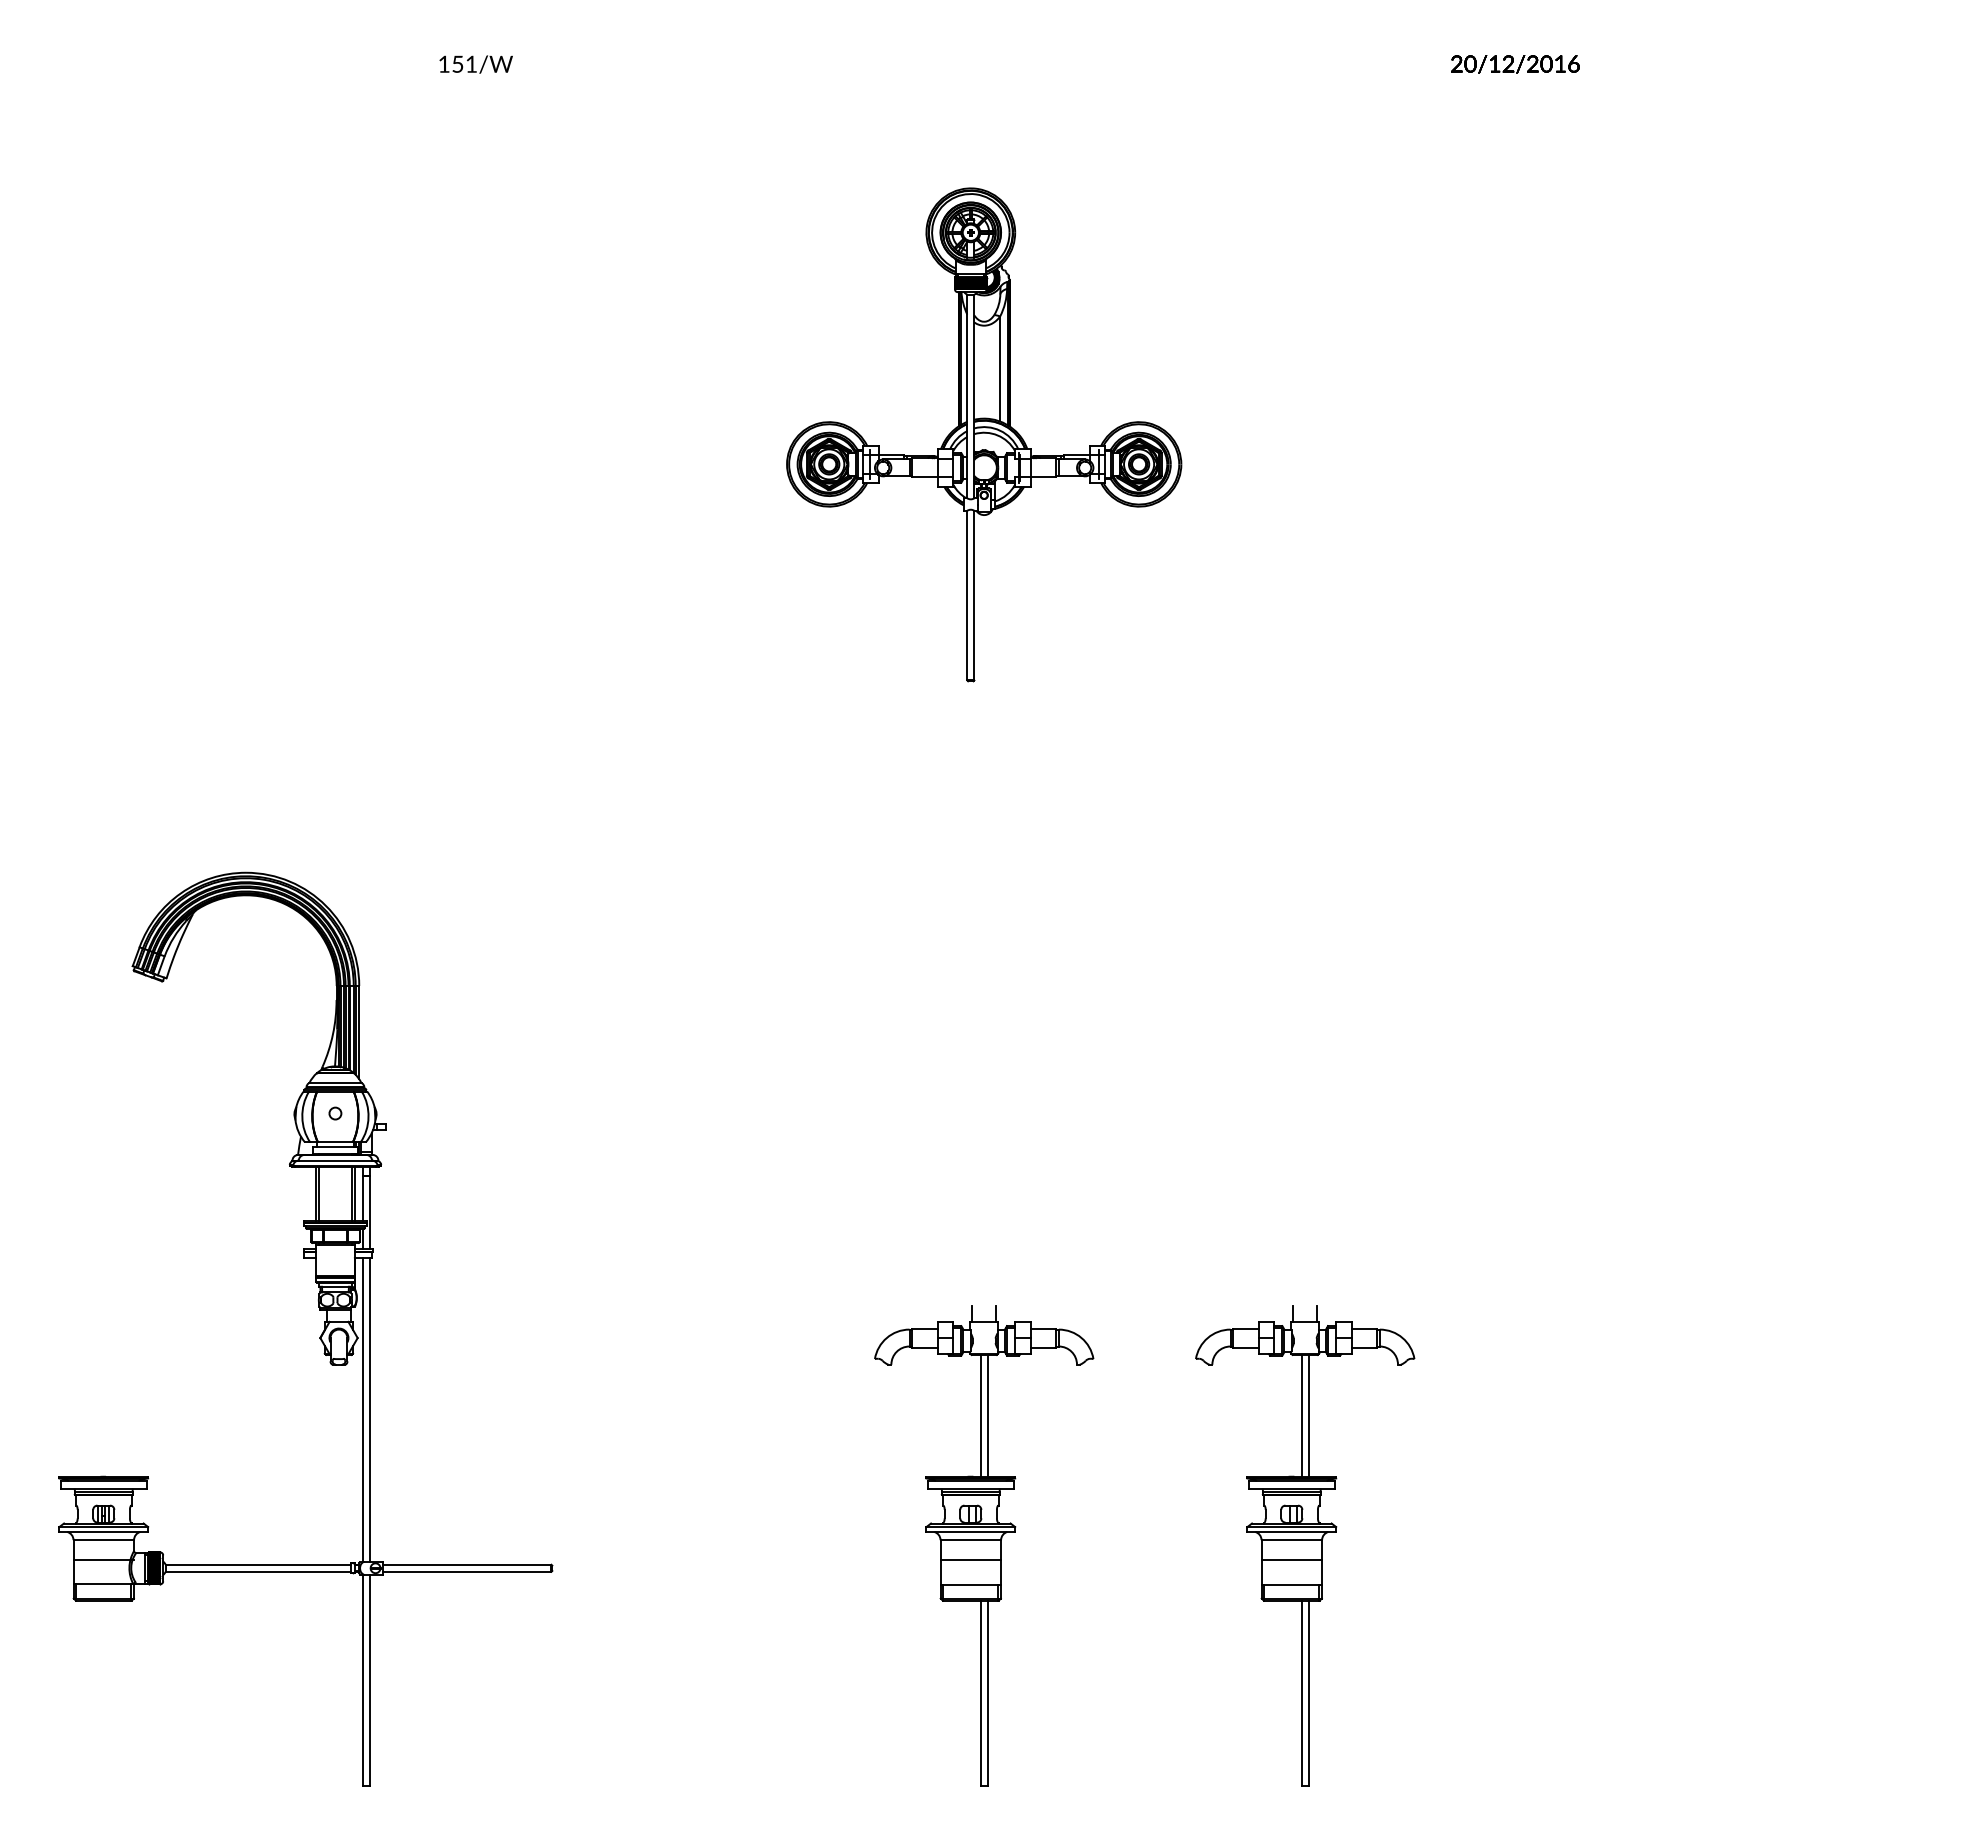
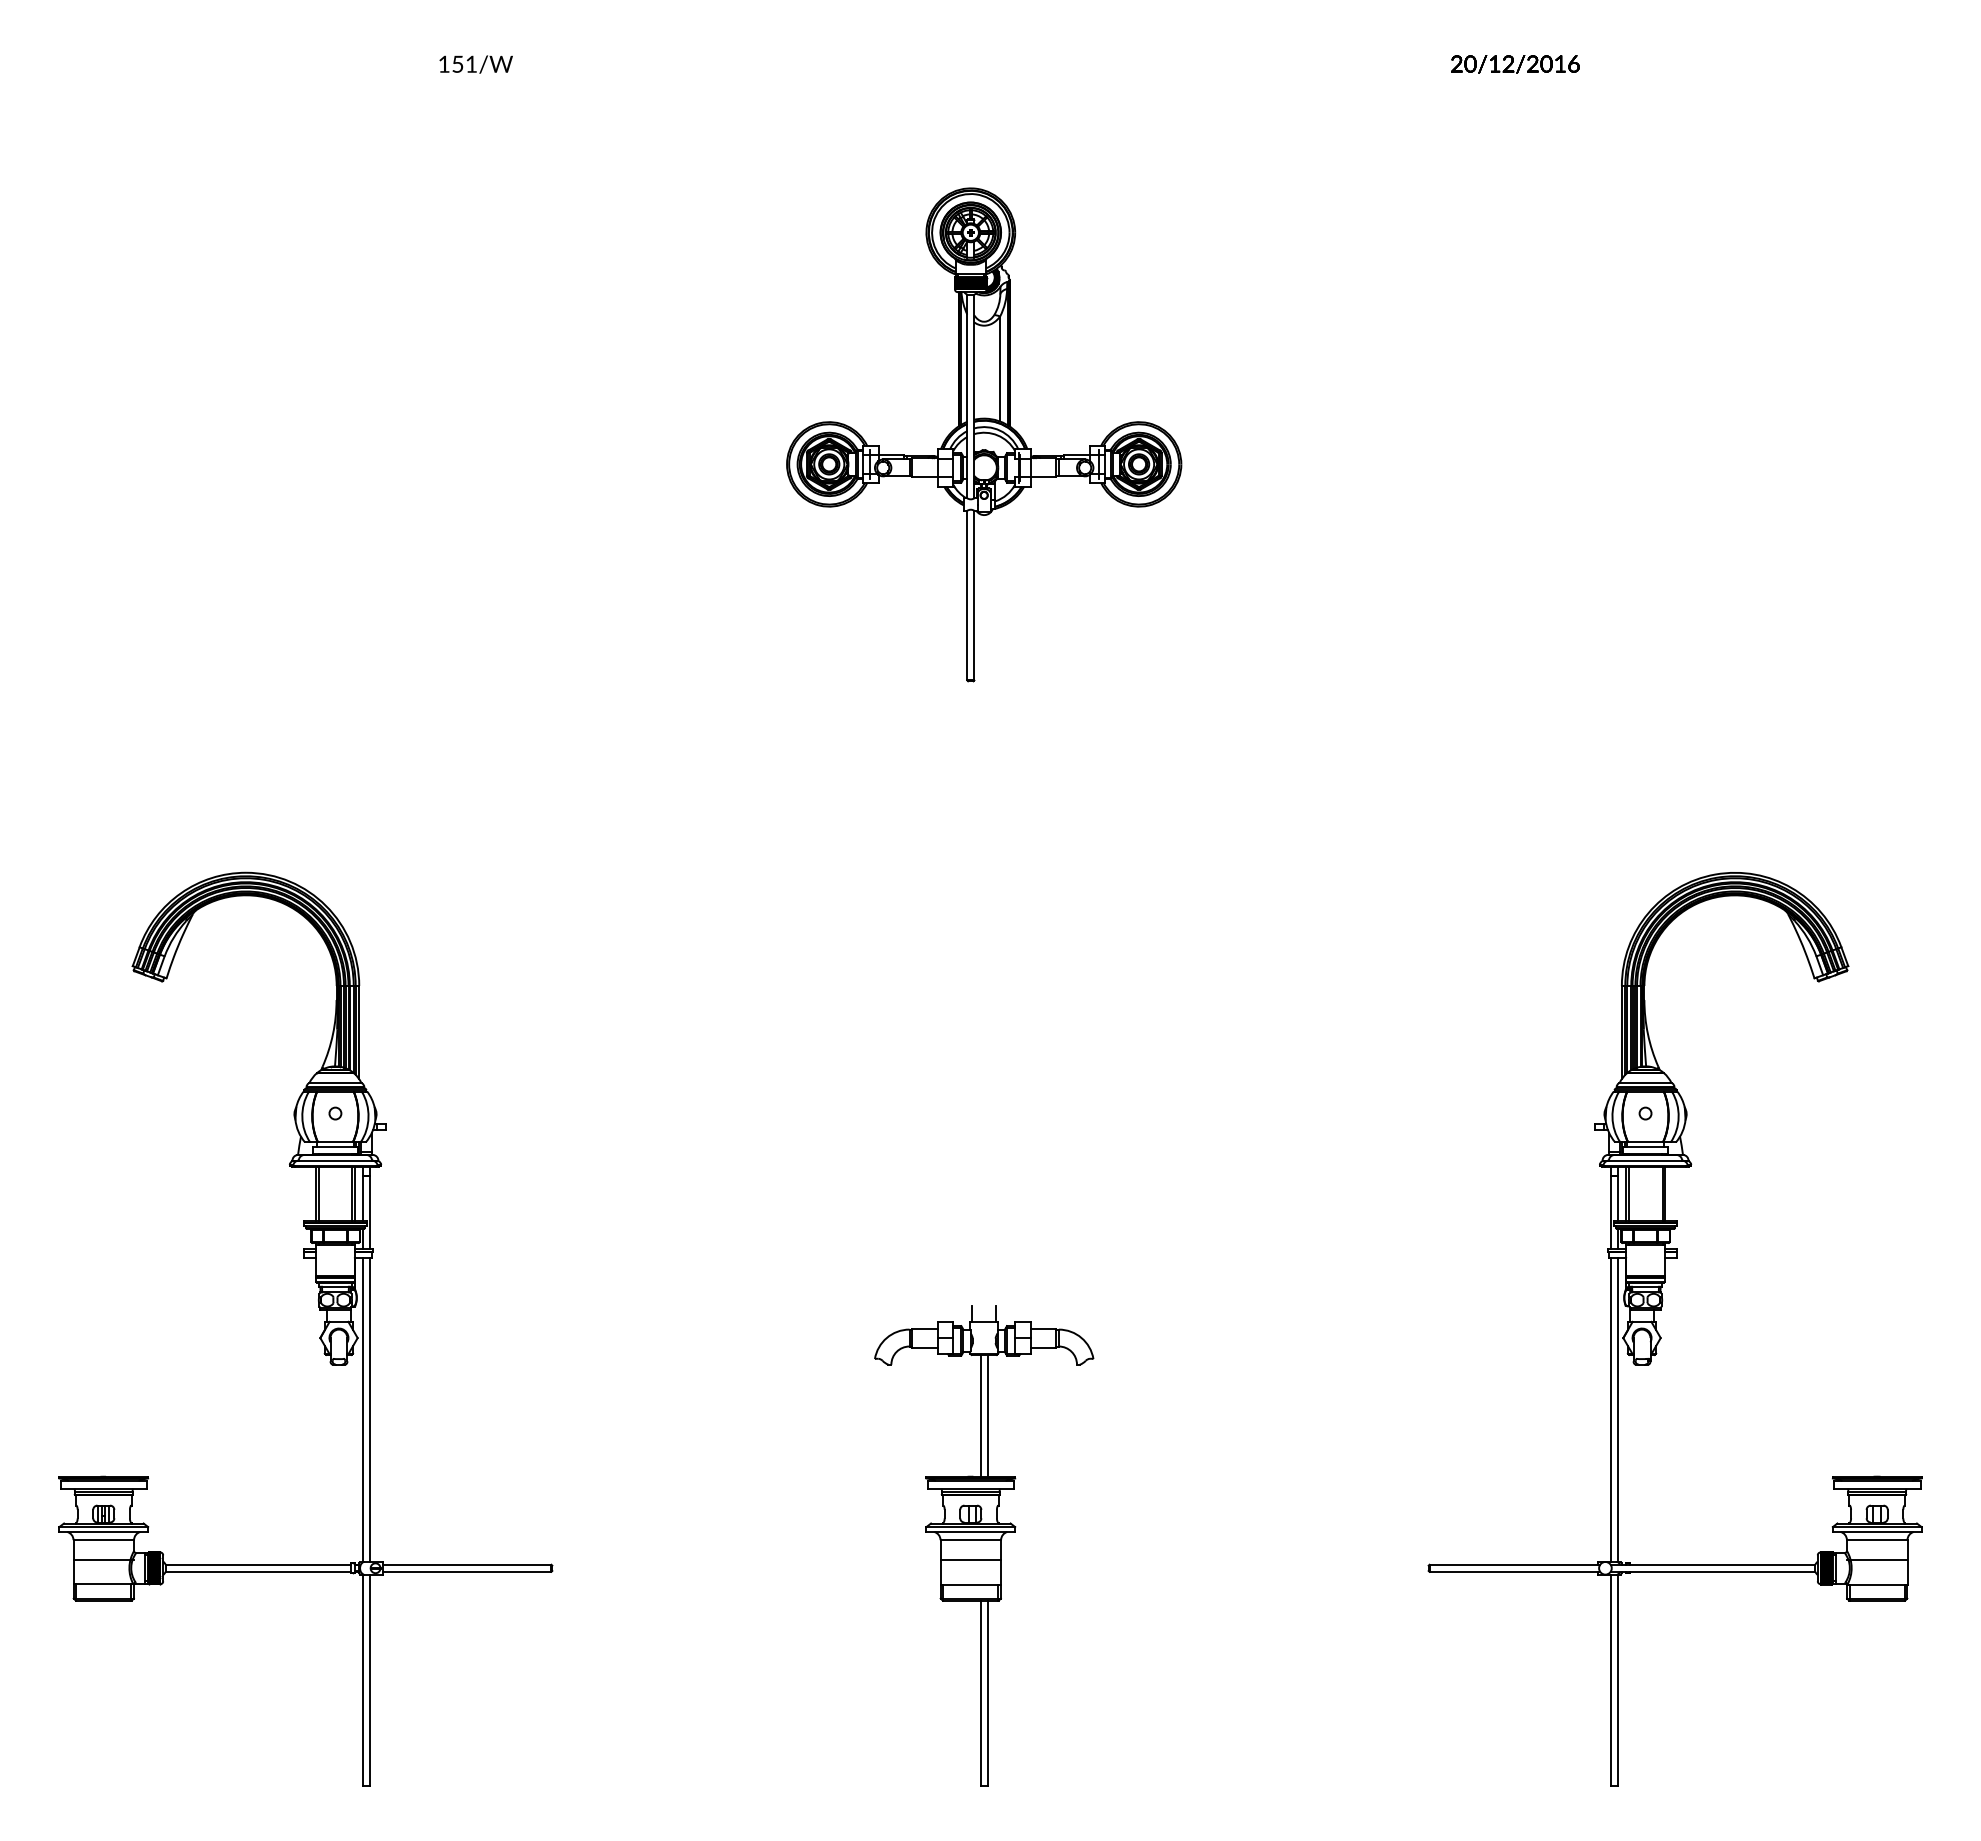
part at (1660, 1335): none -> present
part at (1305, 1545): present -> none
